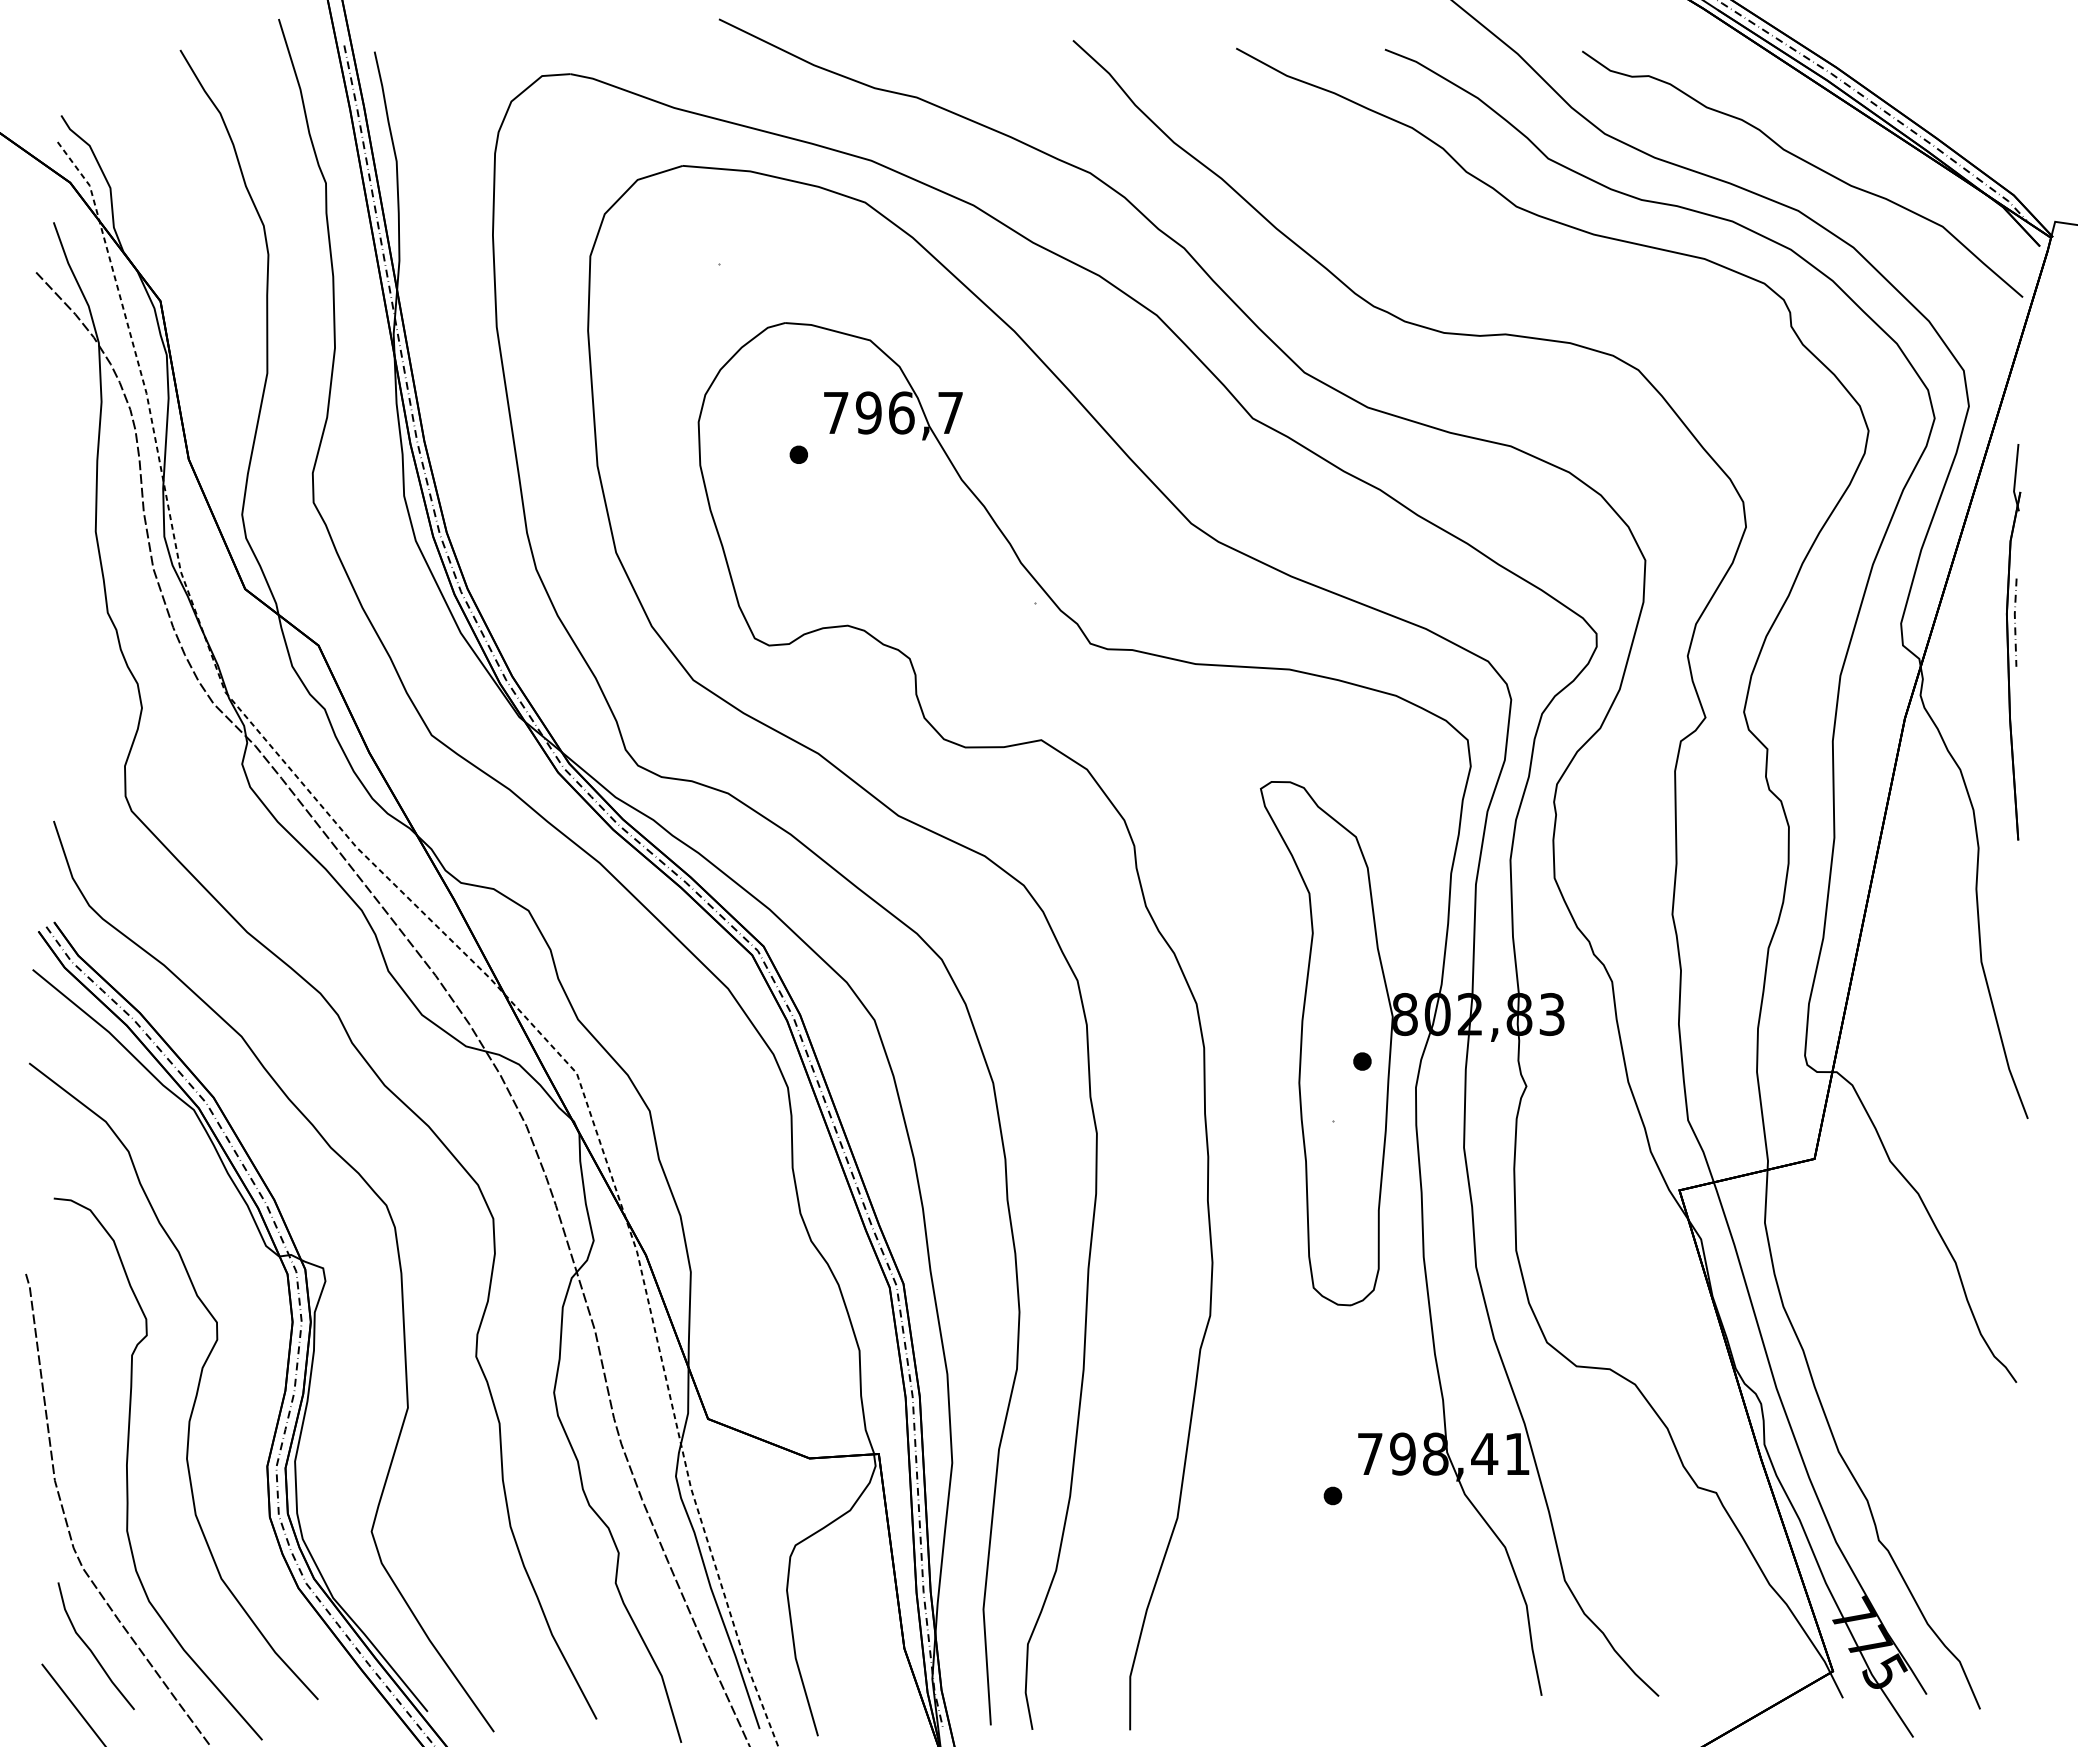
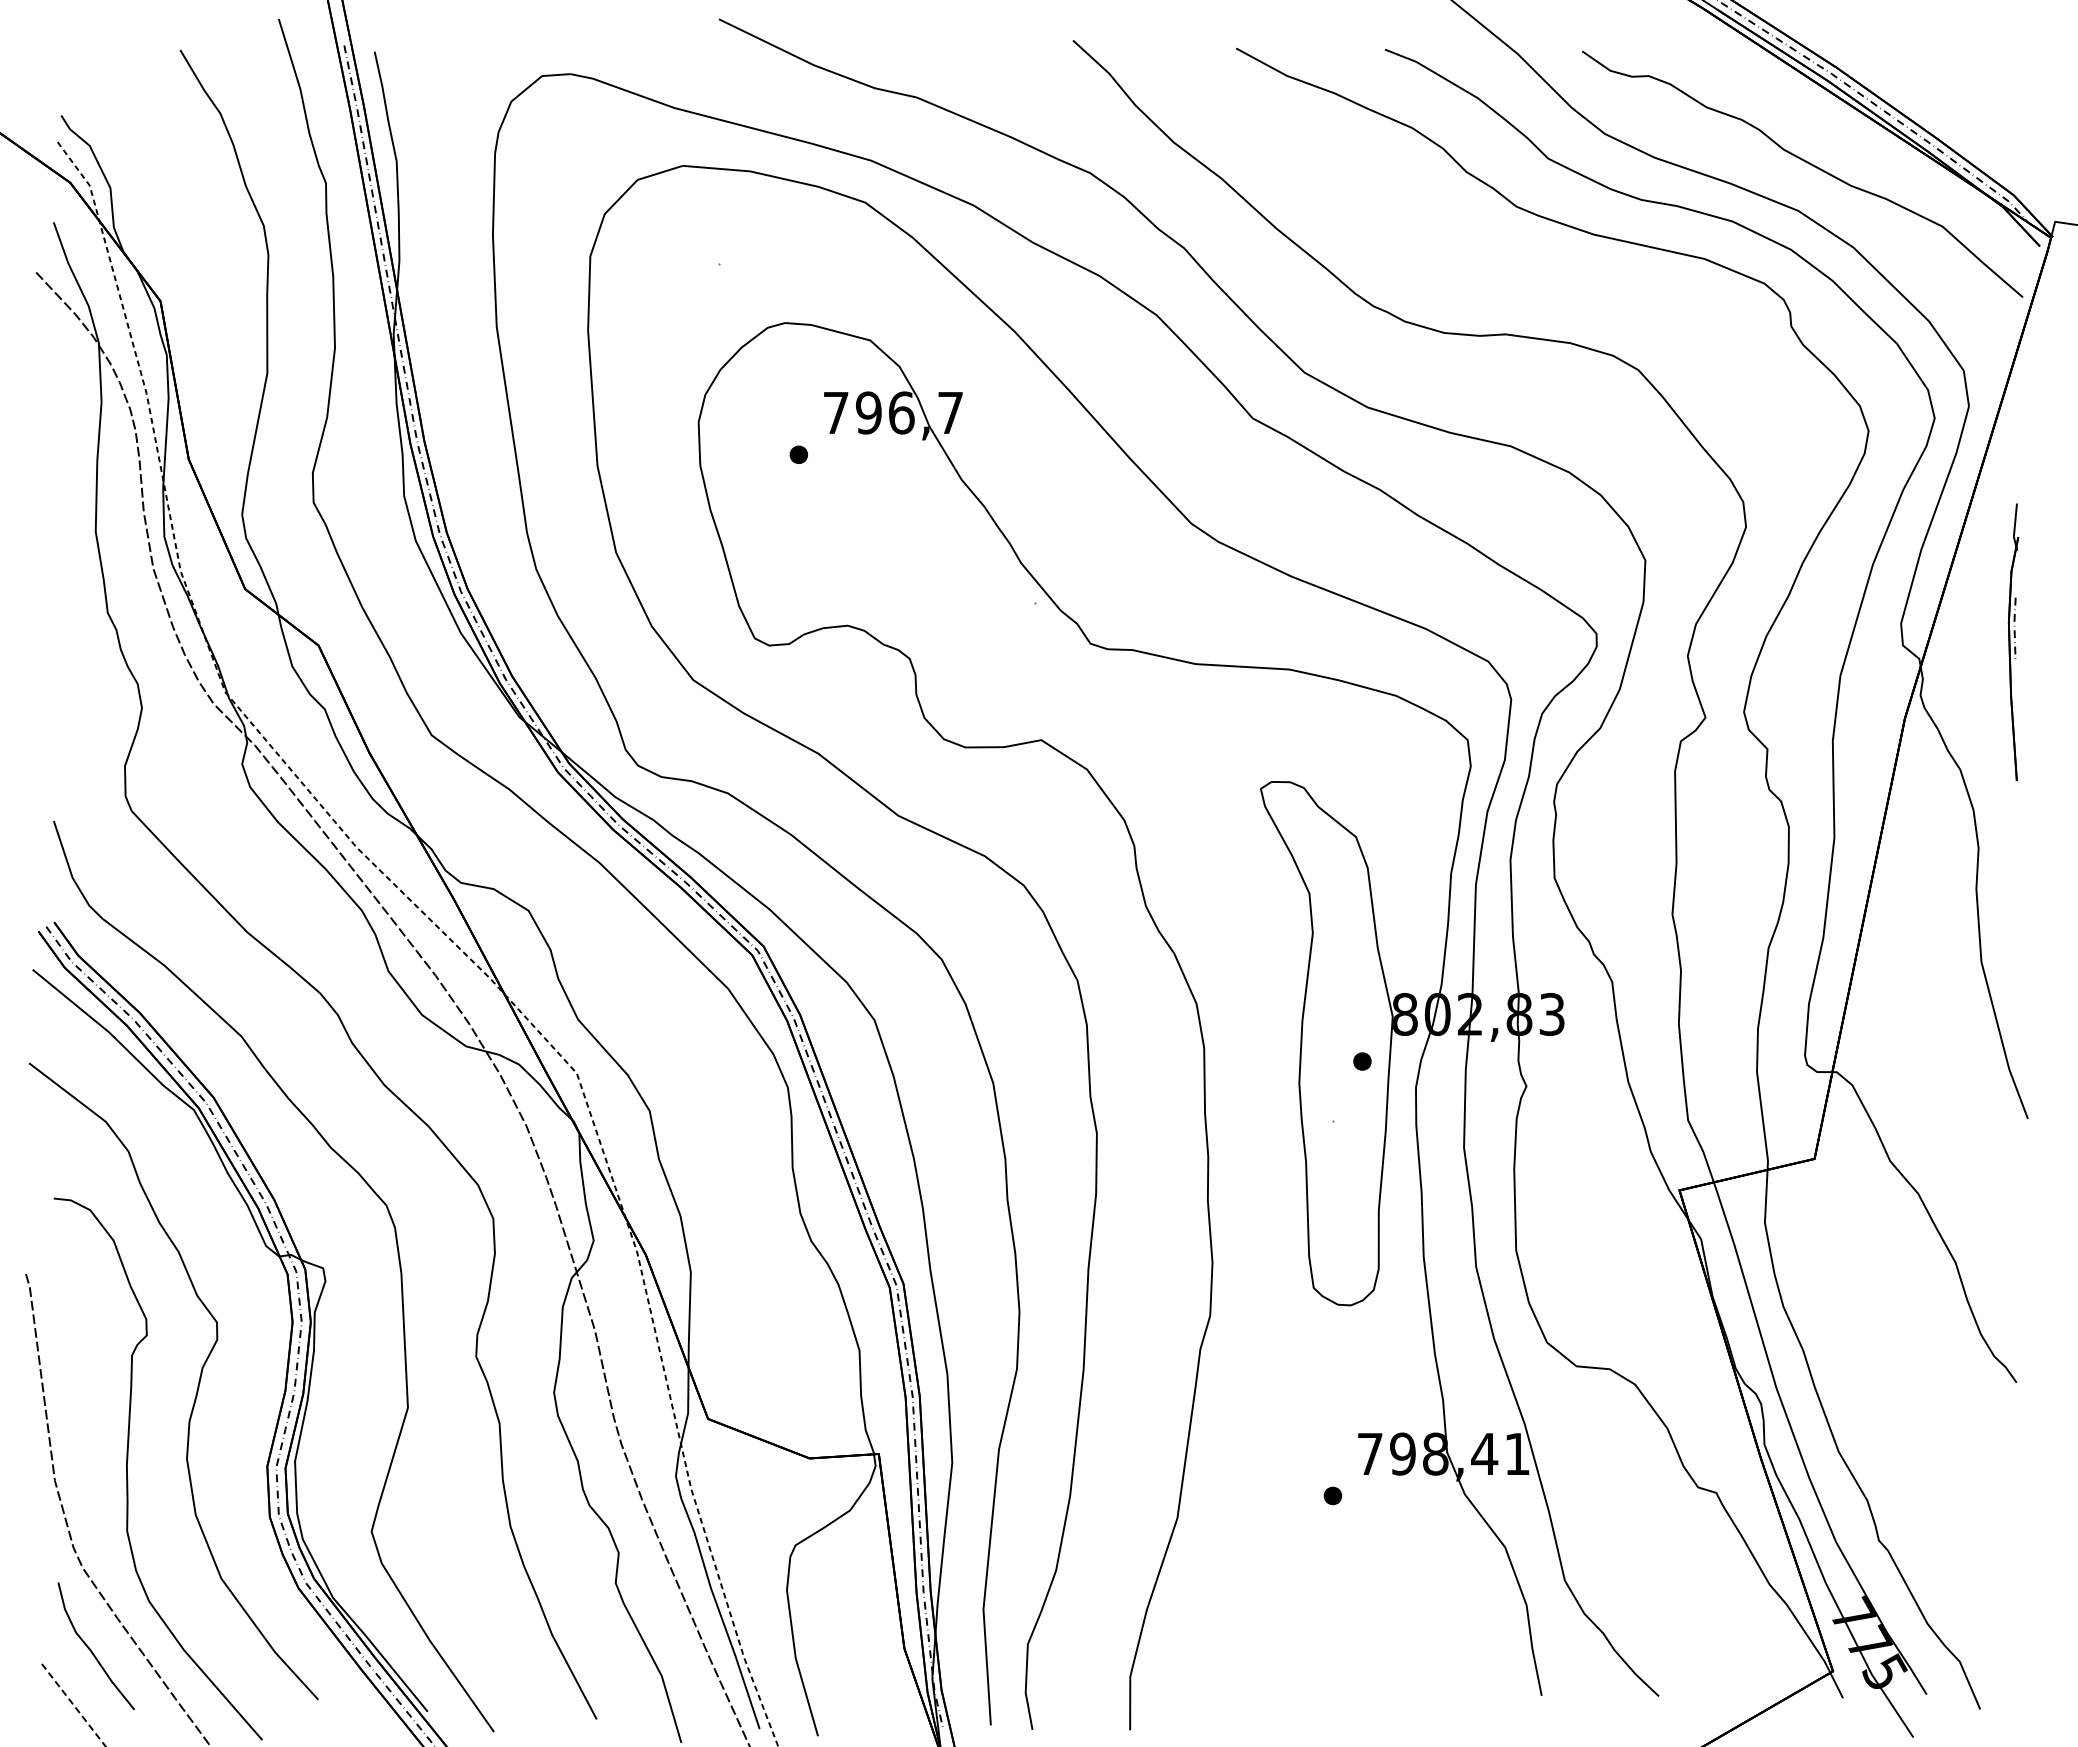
part at (2013, 642) size: 17x397 px -> 13x279 px
line at (74, 1705): solid -> dashed
